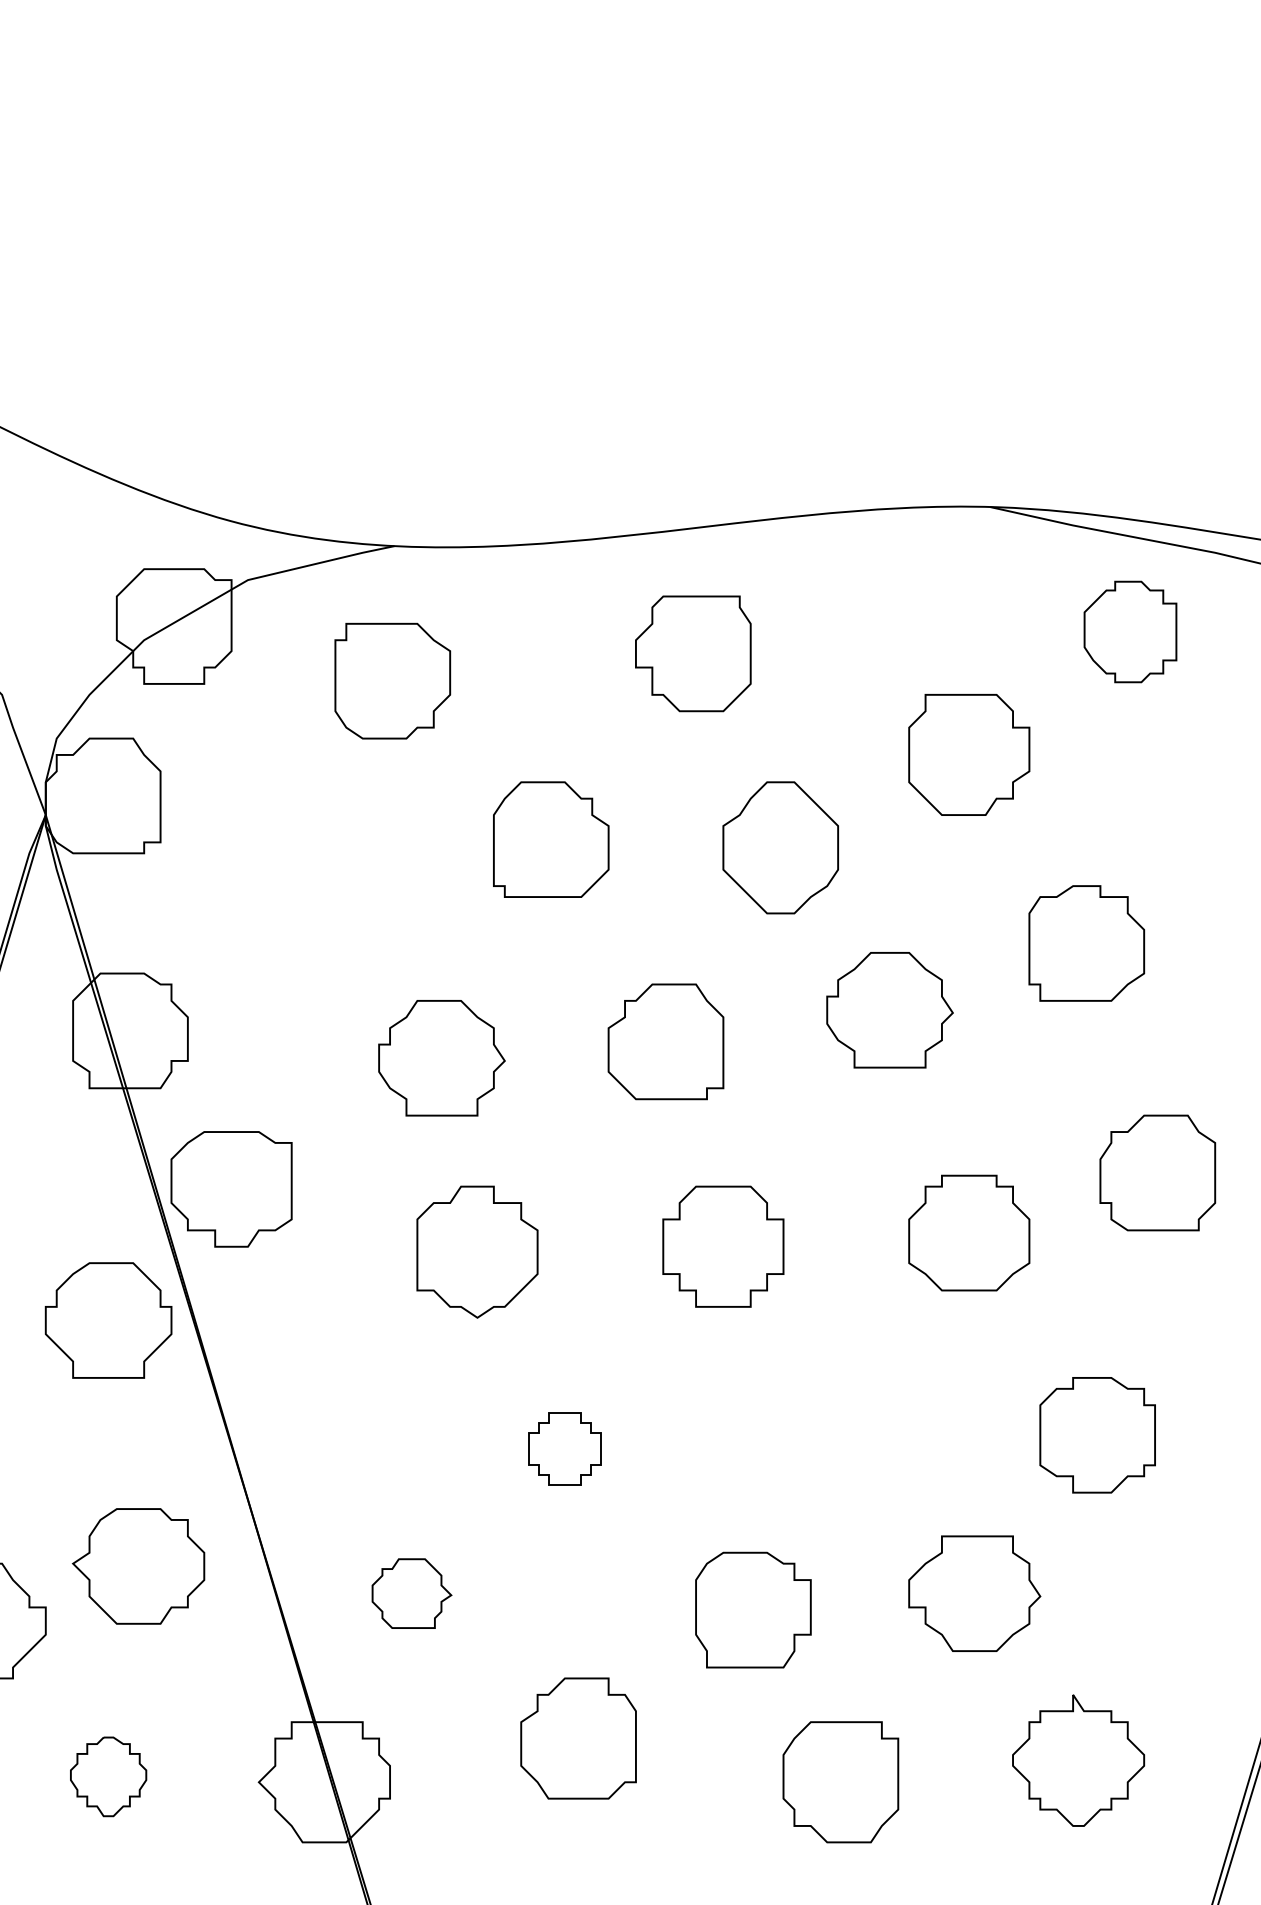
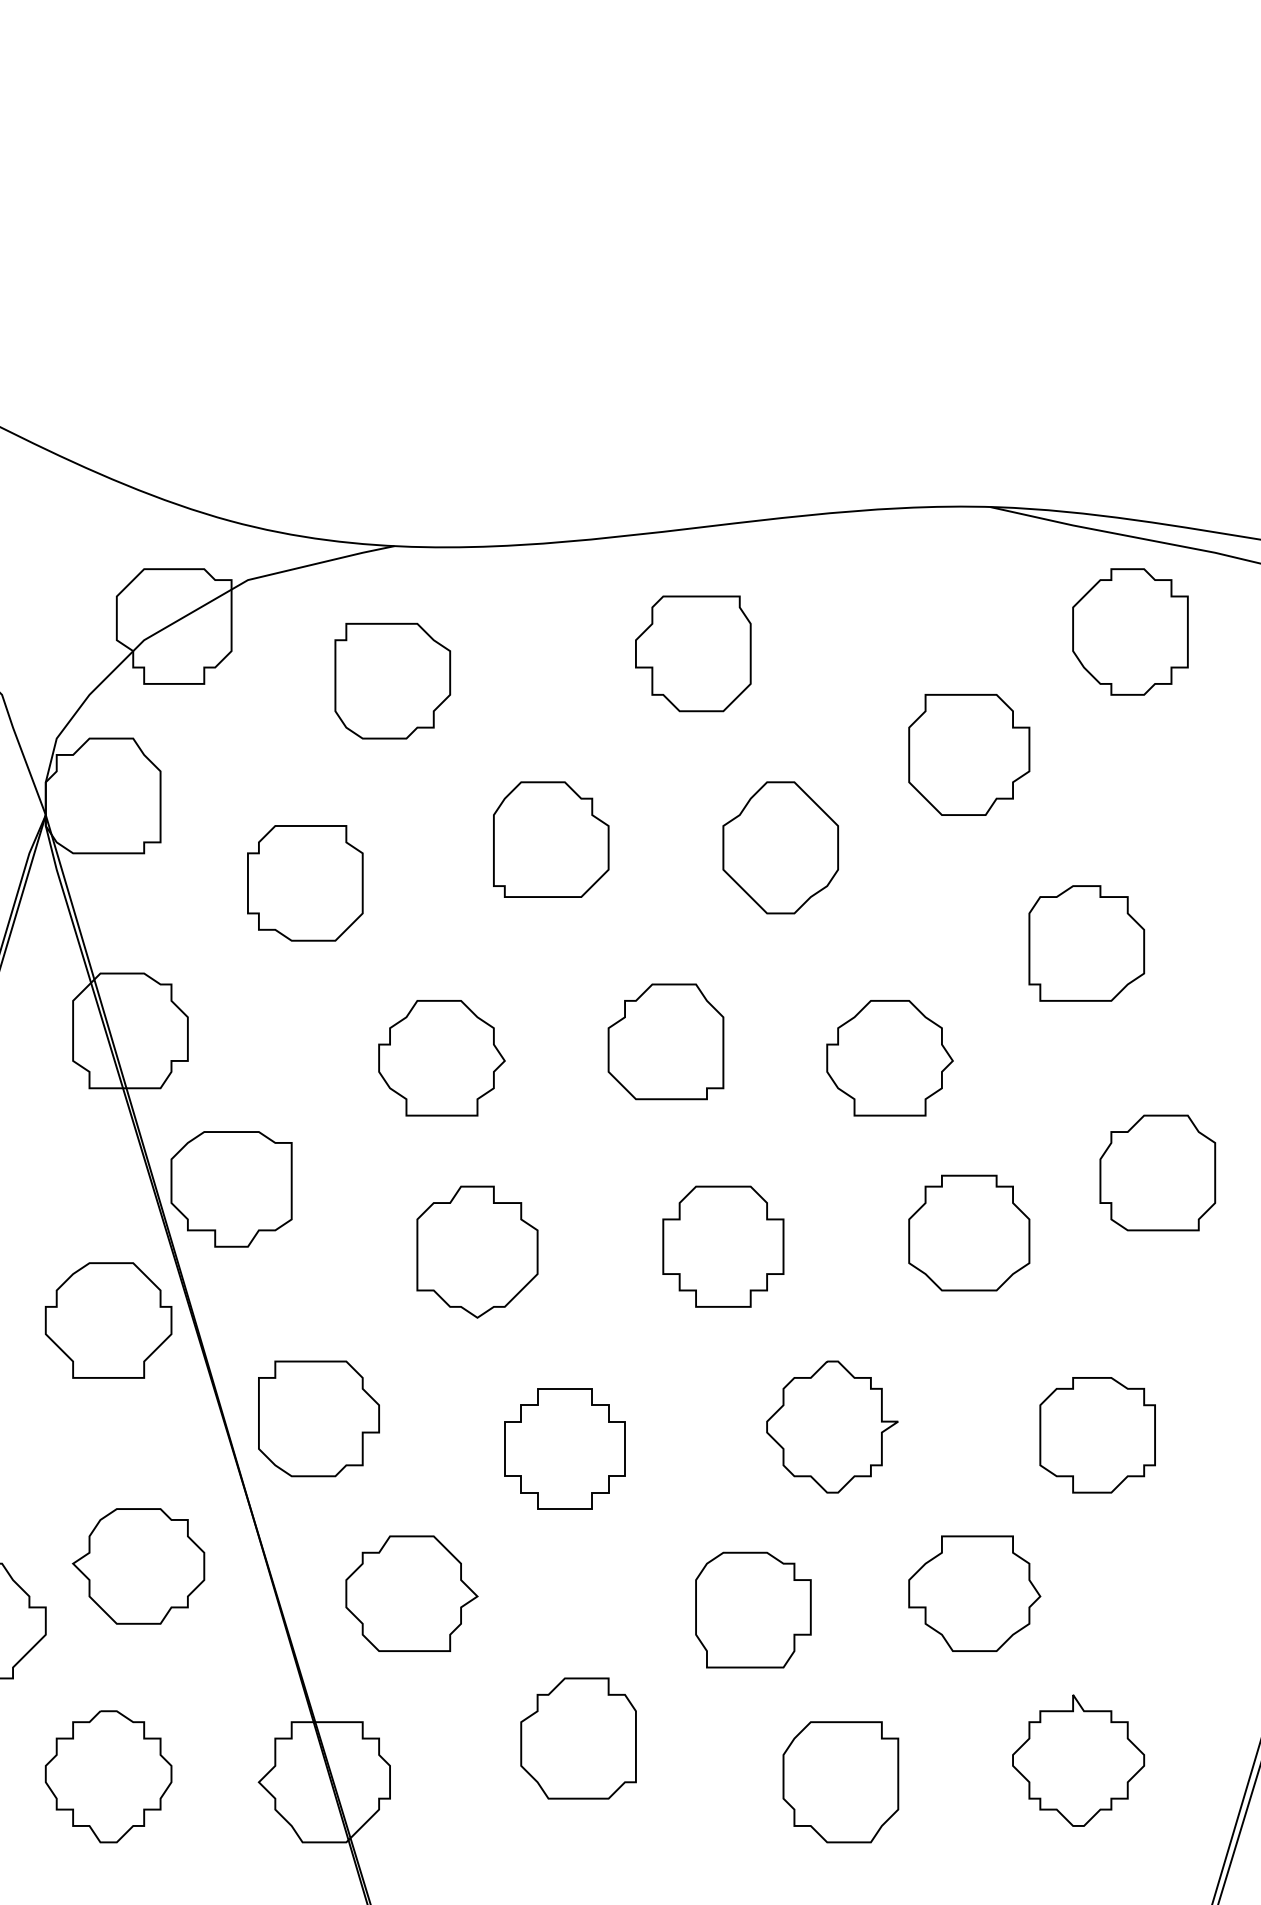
part at (1130, 631) size: 95x104 px -> 117x128 px
part at (305, 883): none -> present
part at (889, 1010) position: (889, 1010) -> (889, 1058)
part at (318, 1418): none -> present
part at (832, 1426): none -> present
part at (564, 1448) size: 74x74 px -> 122x122 px
part at (411, 1593) size: 82x71 px -> 134x117 px
part at (108, 1776) size: 78x82 px -> 129x134 px
